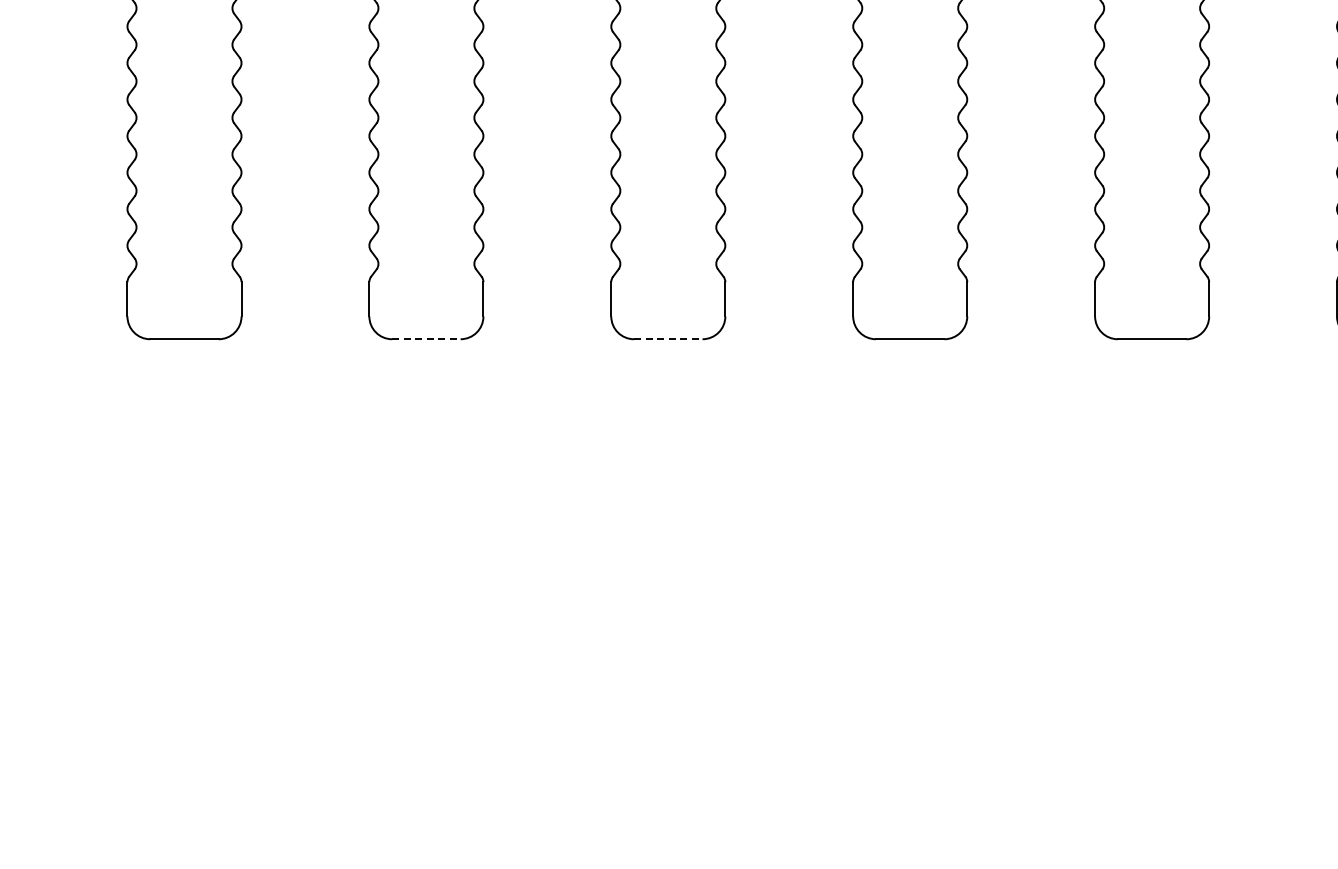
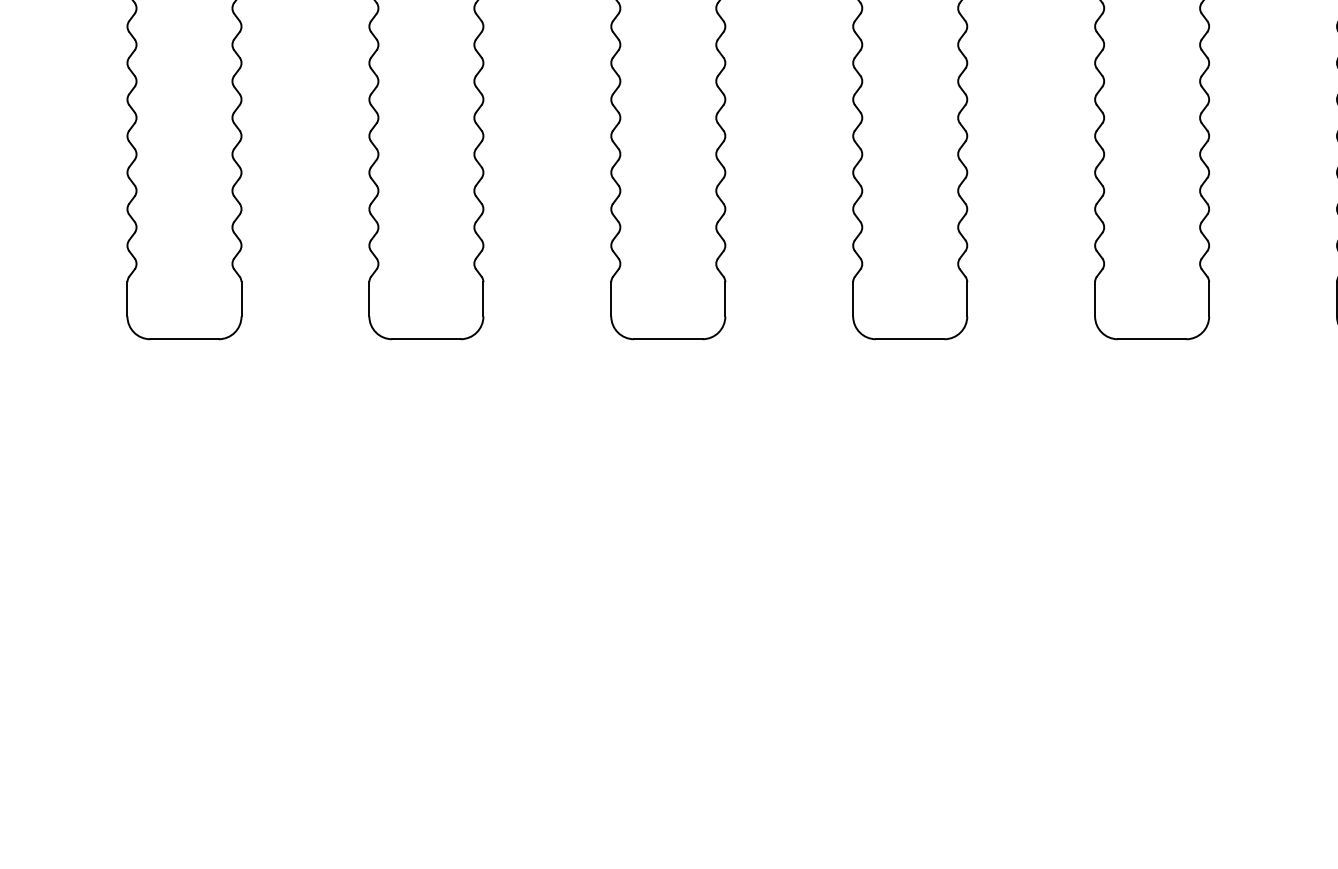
line at (426, 339): dashed -> solid
line at (668, 339): dashed -> solid
